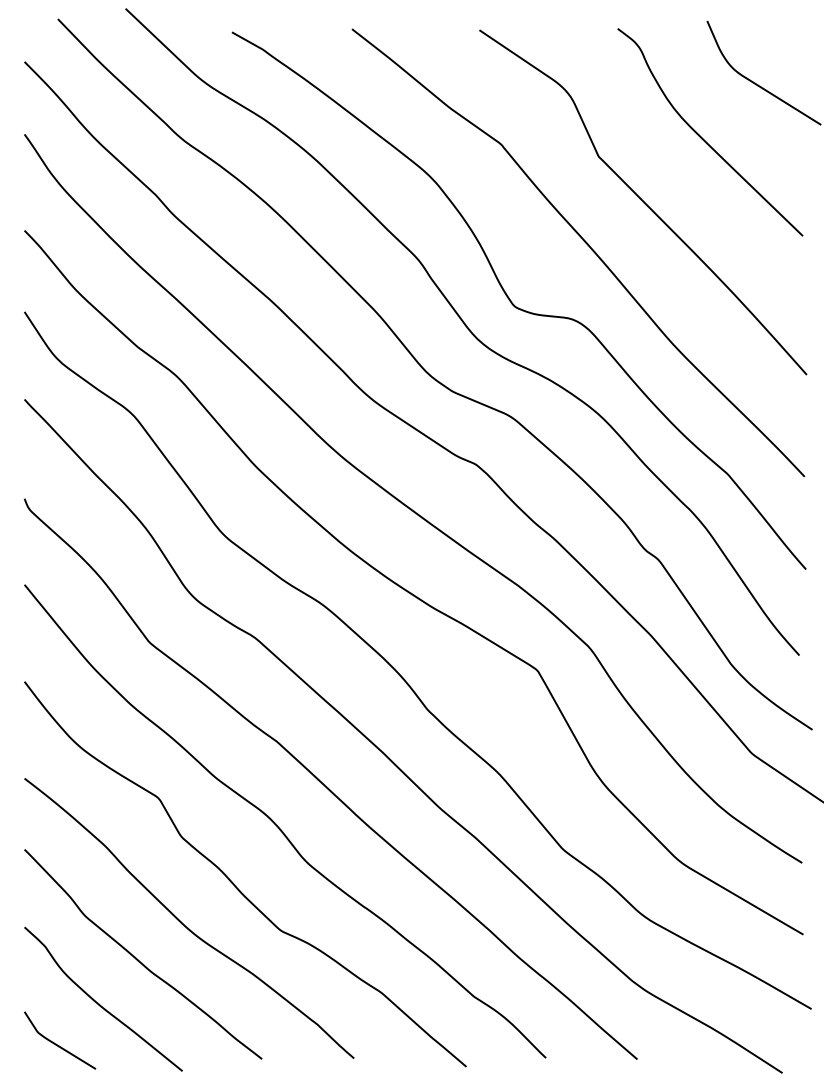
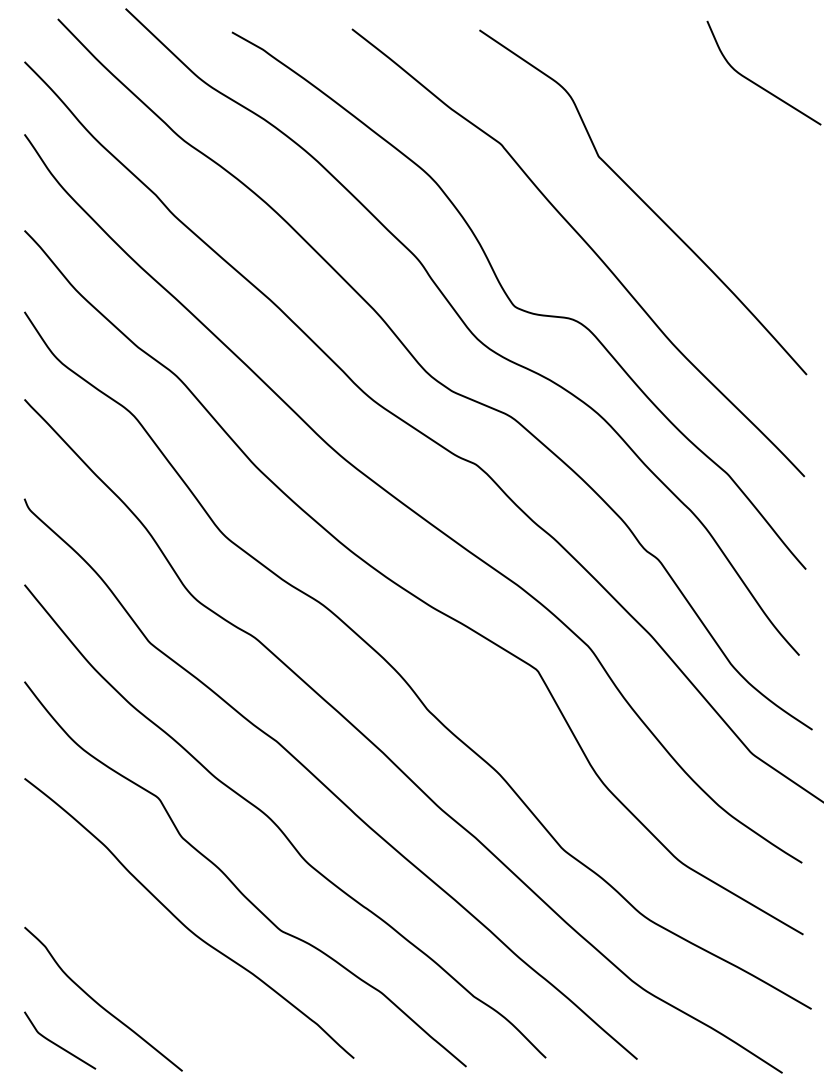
curve at (703, 138): present -> none
curve at (138, 959): present -> none
